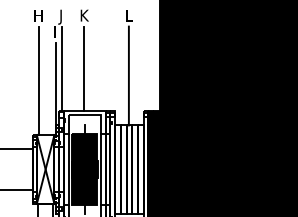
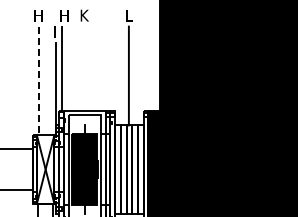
text at (63, 16): J -> H
line at (84, 68): present -> none
line at (38, 81): solid -> dashed
